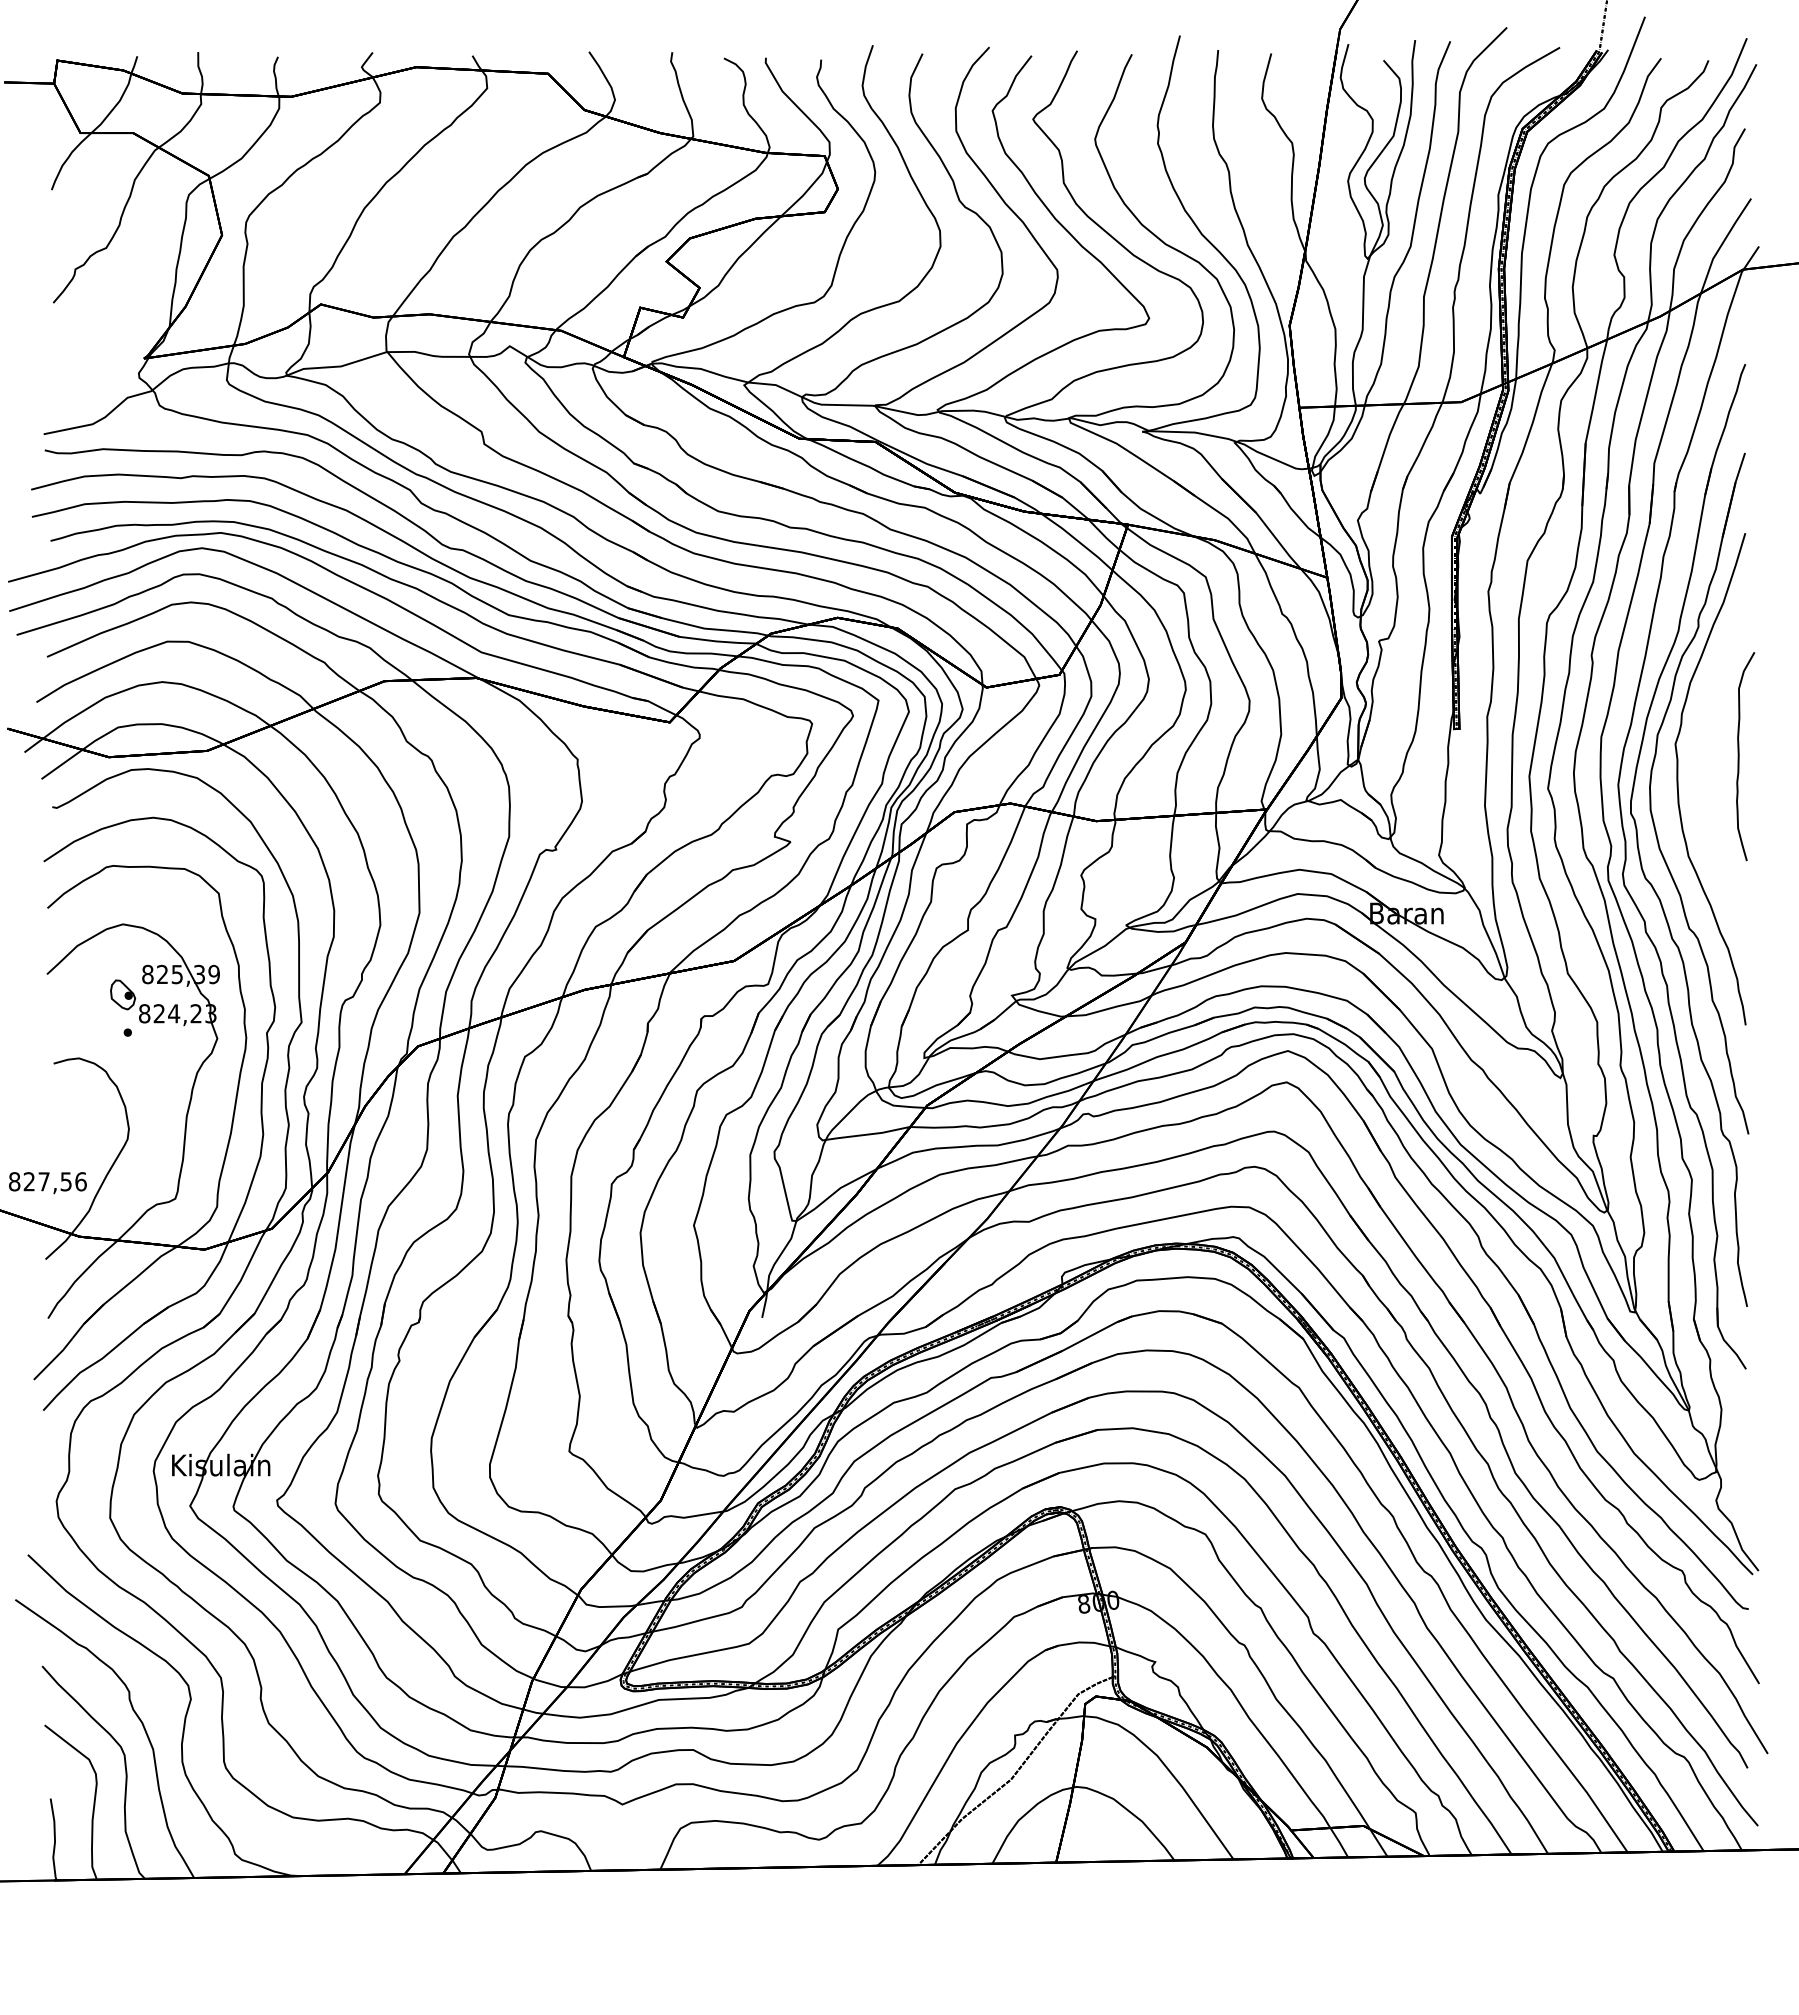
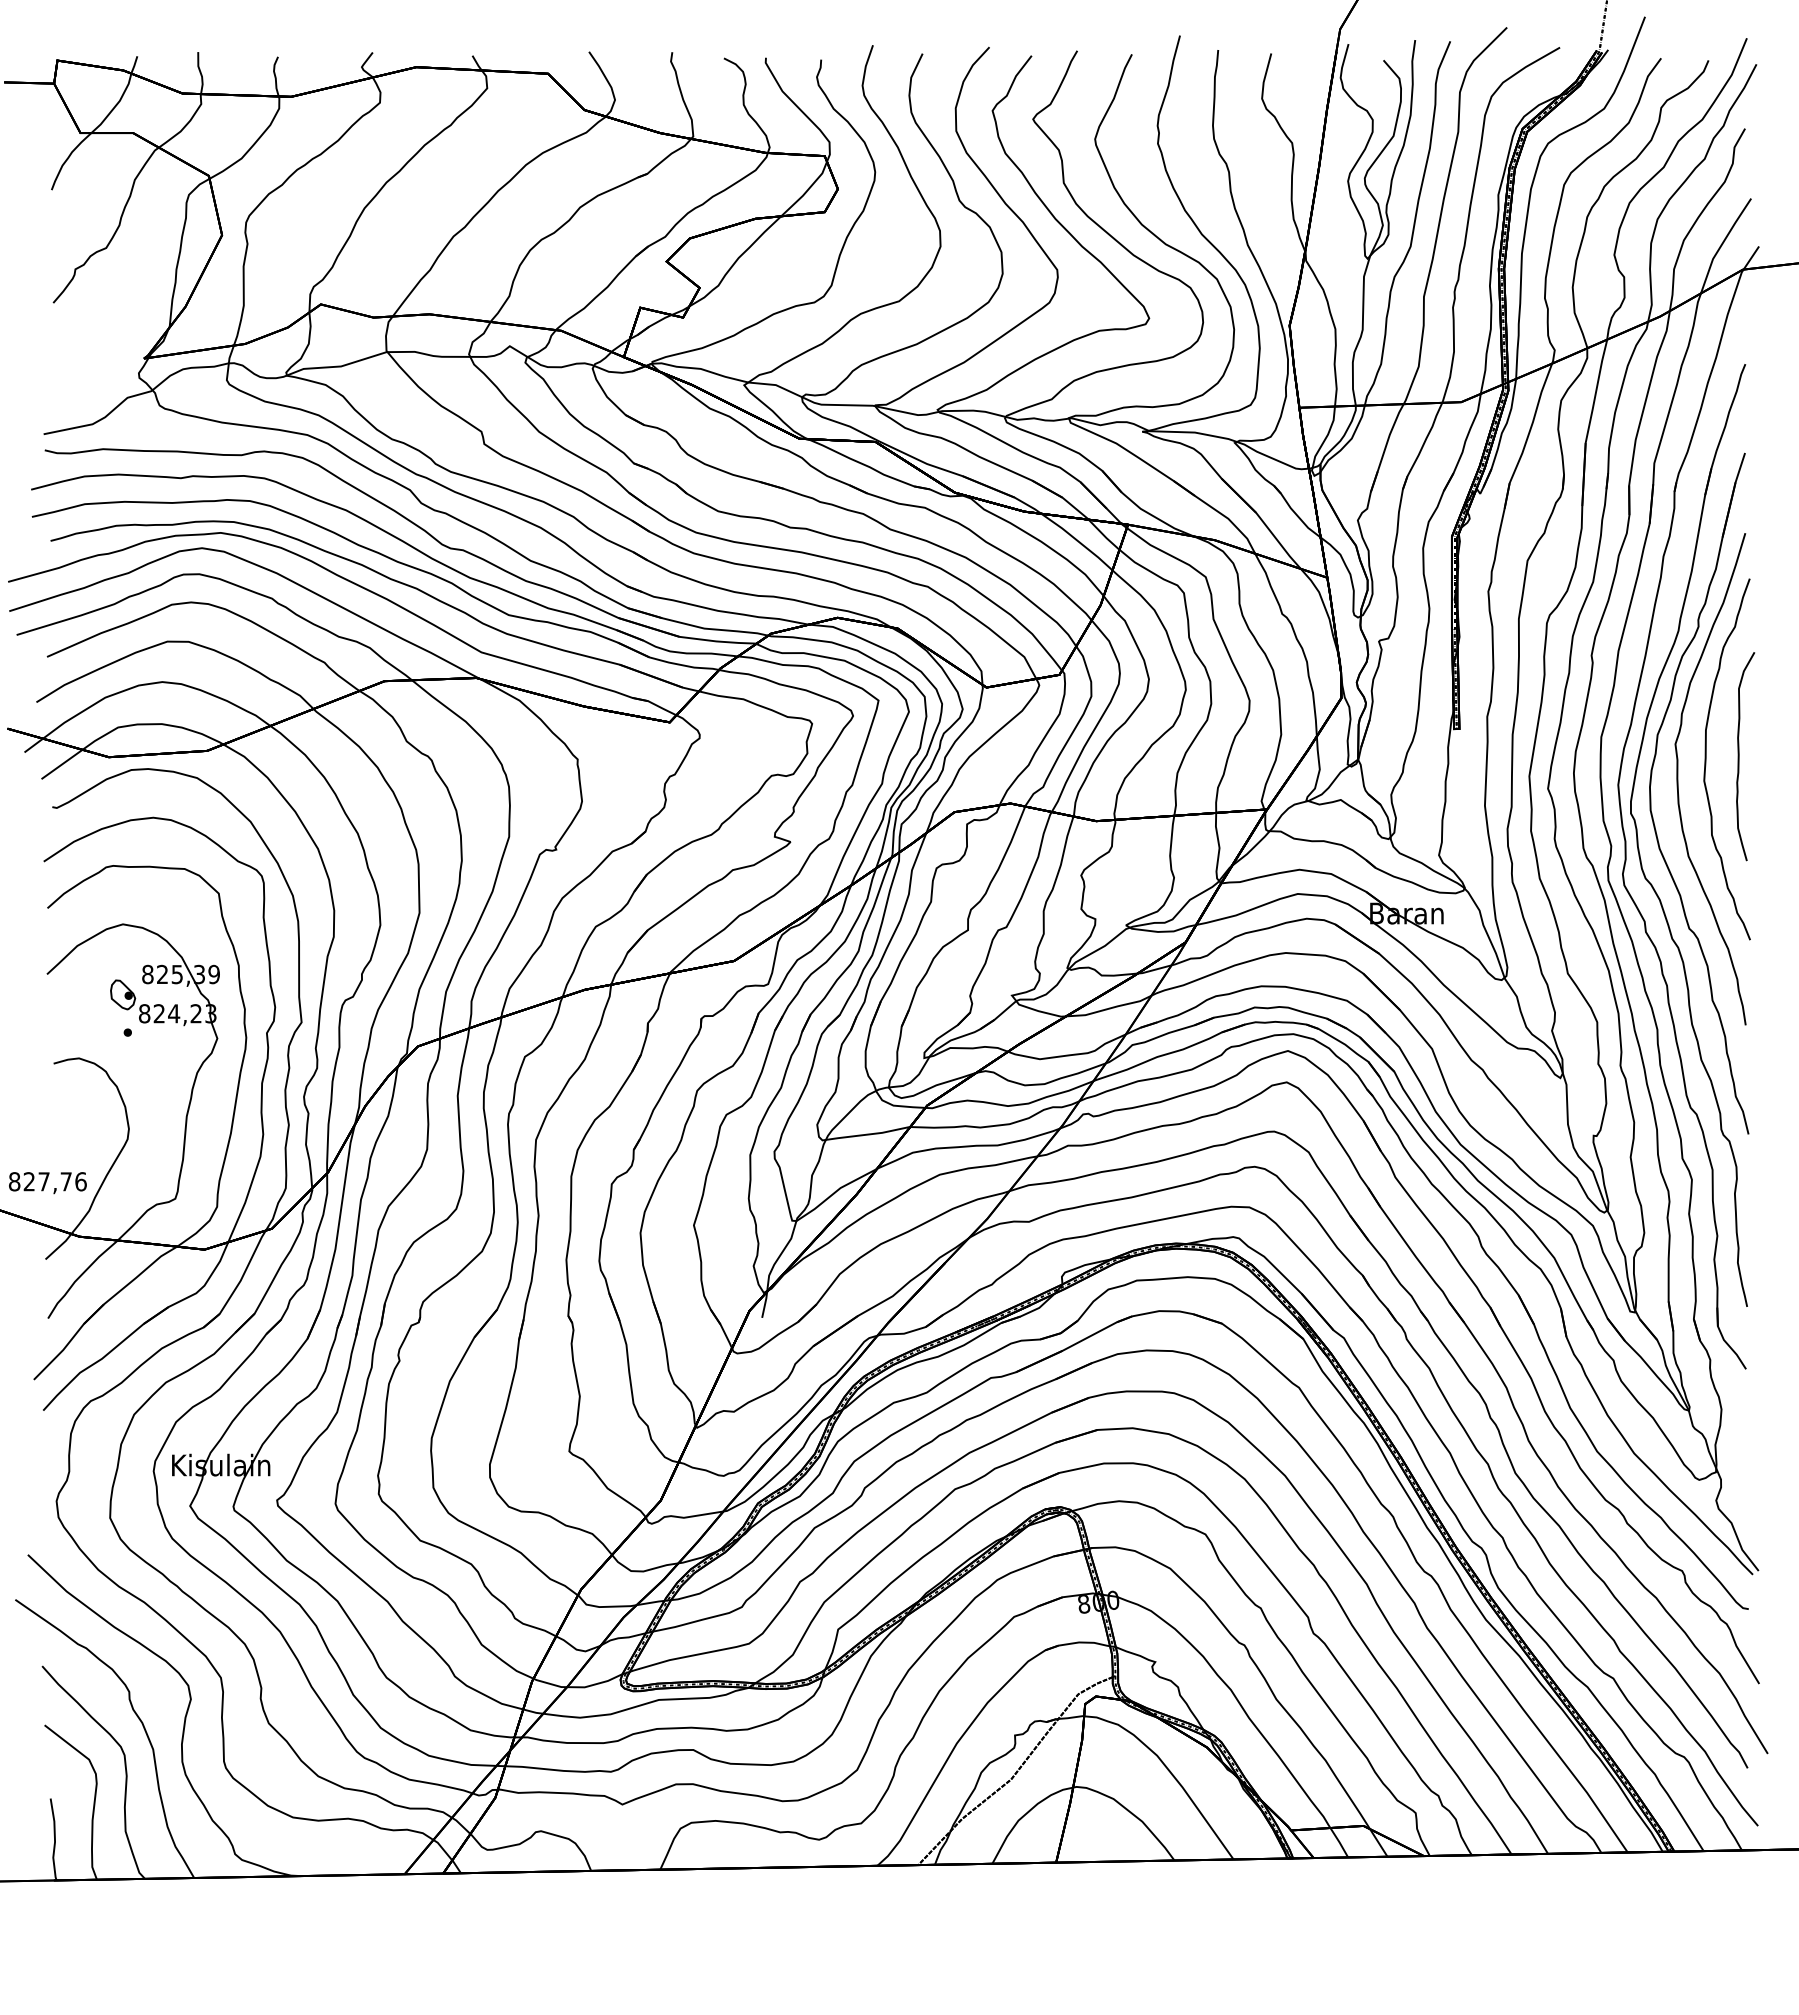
curve at (1706, 759): none -> present
text at (65, 1181): 827,56 -> 827,76
